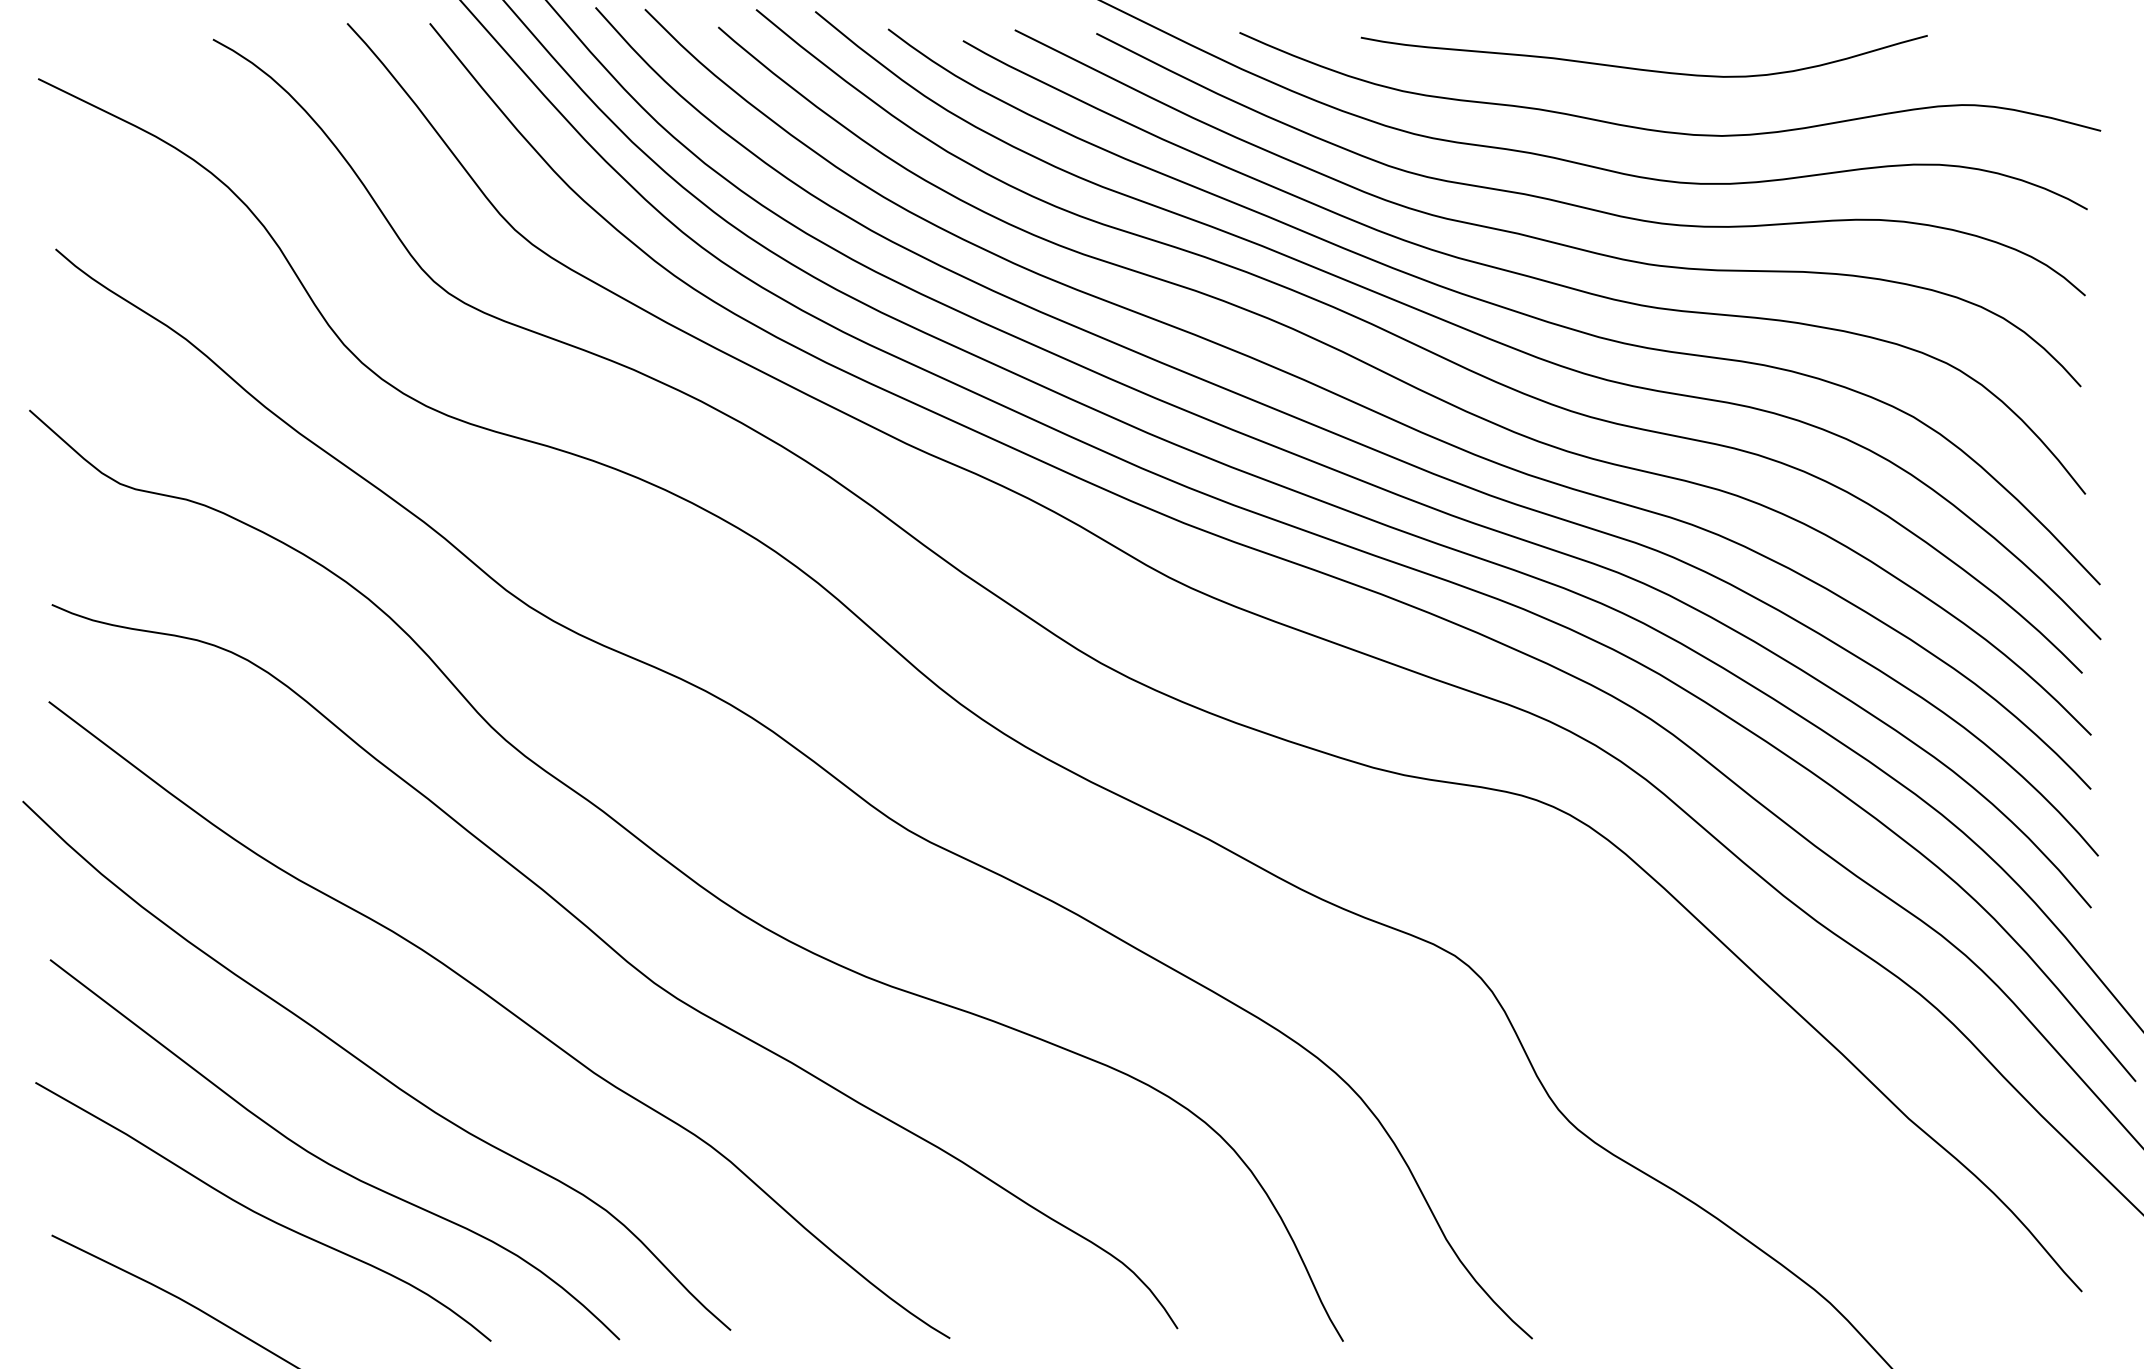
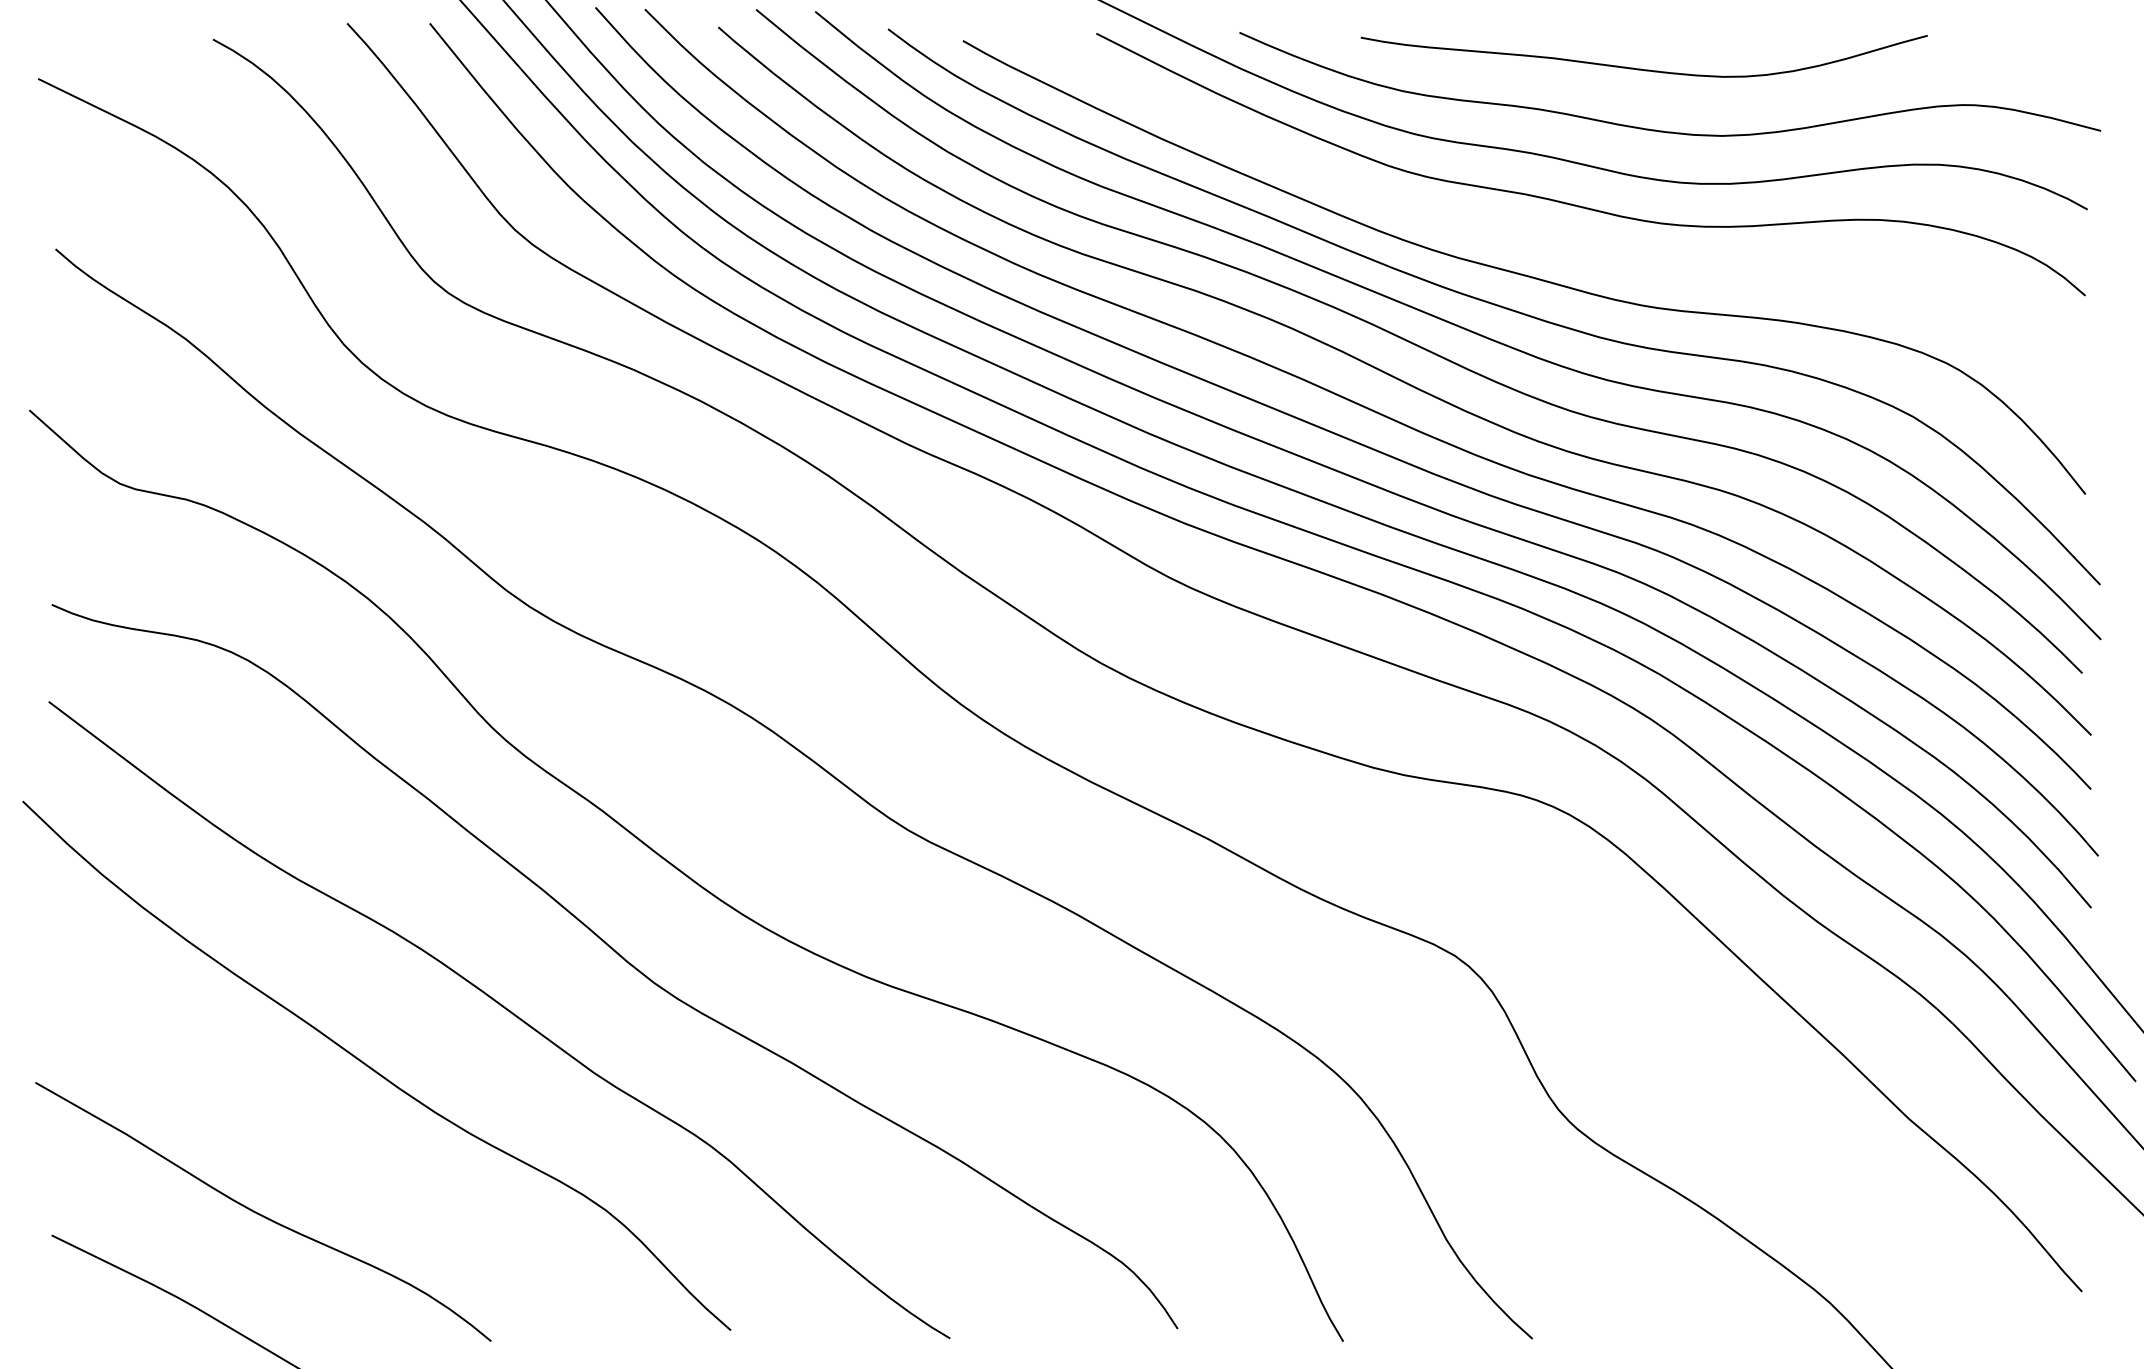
curve at (1538, 237): present -> none
curve at (328, 1162): present -> none
